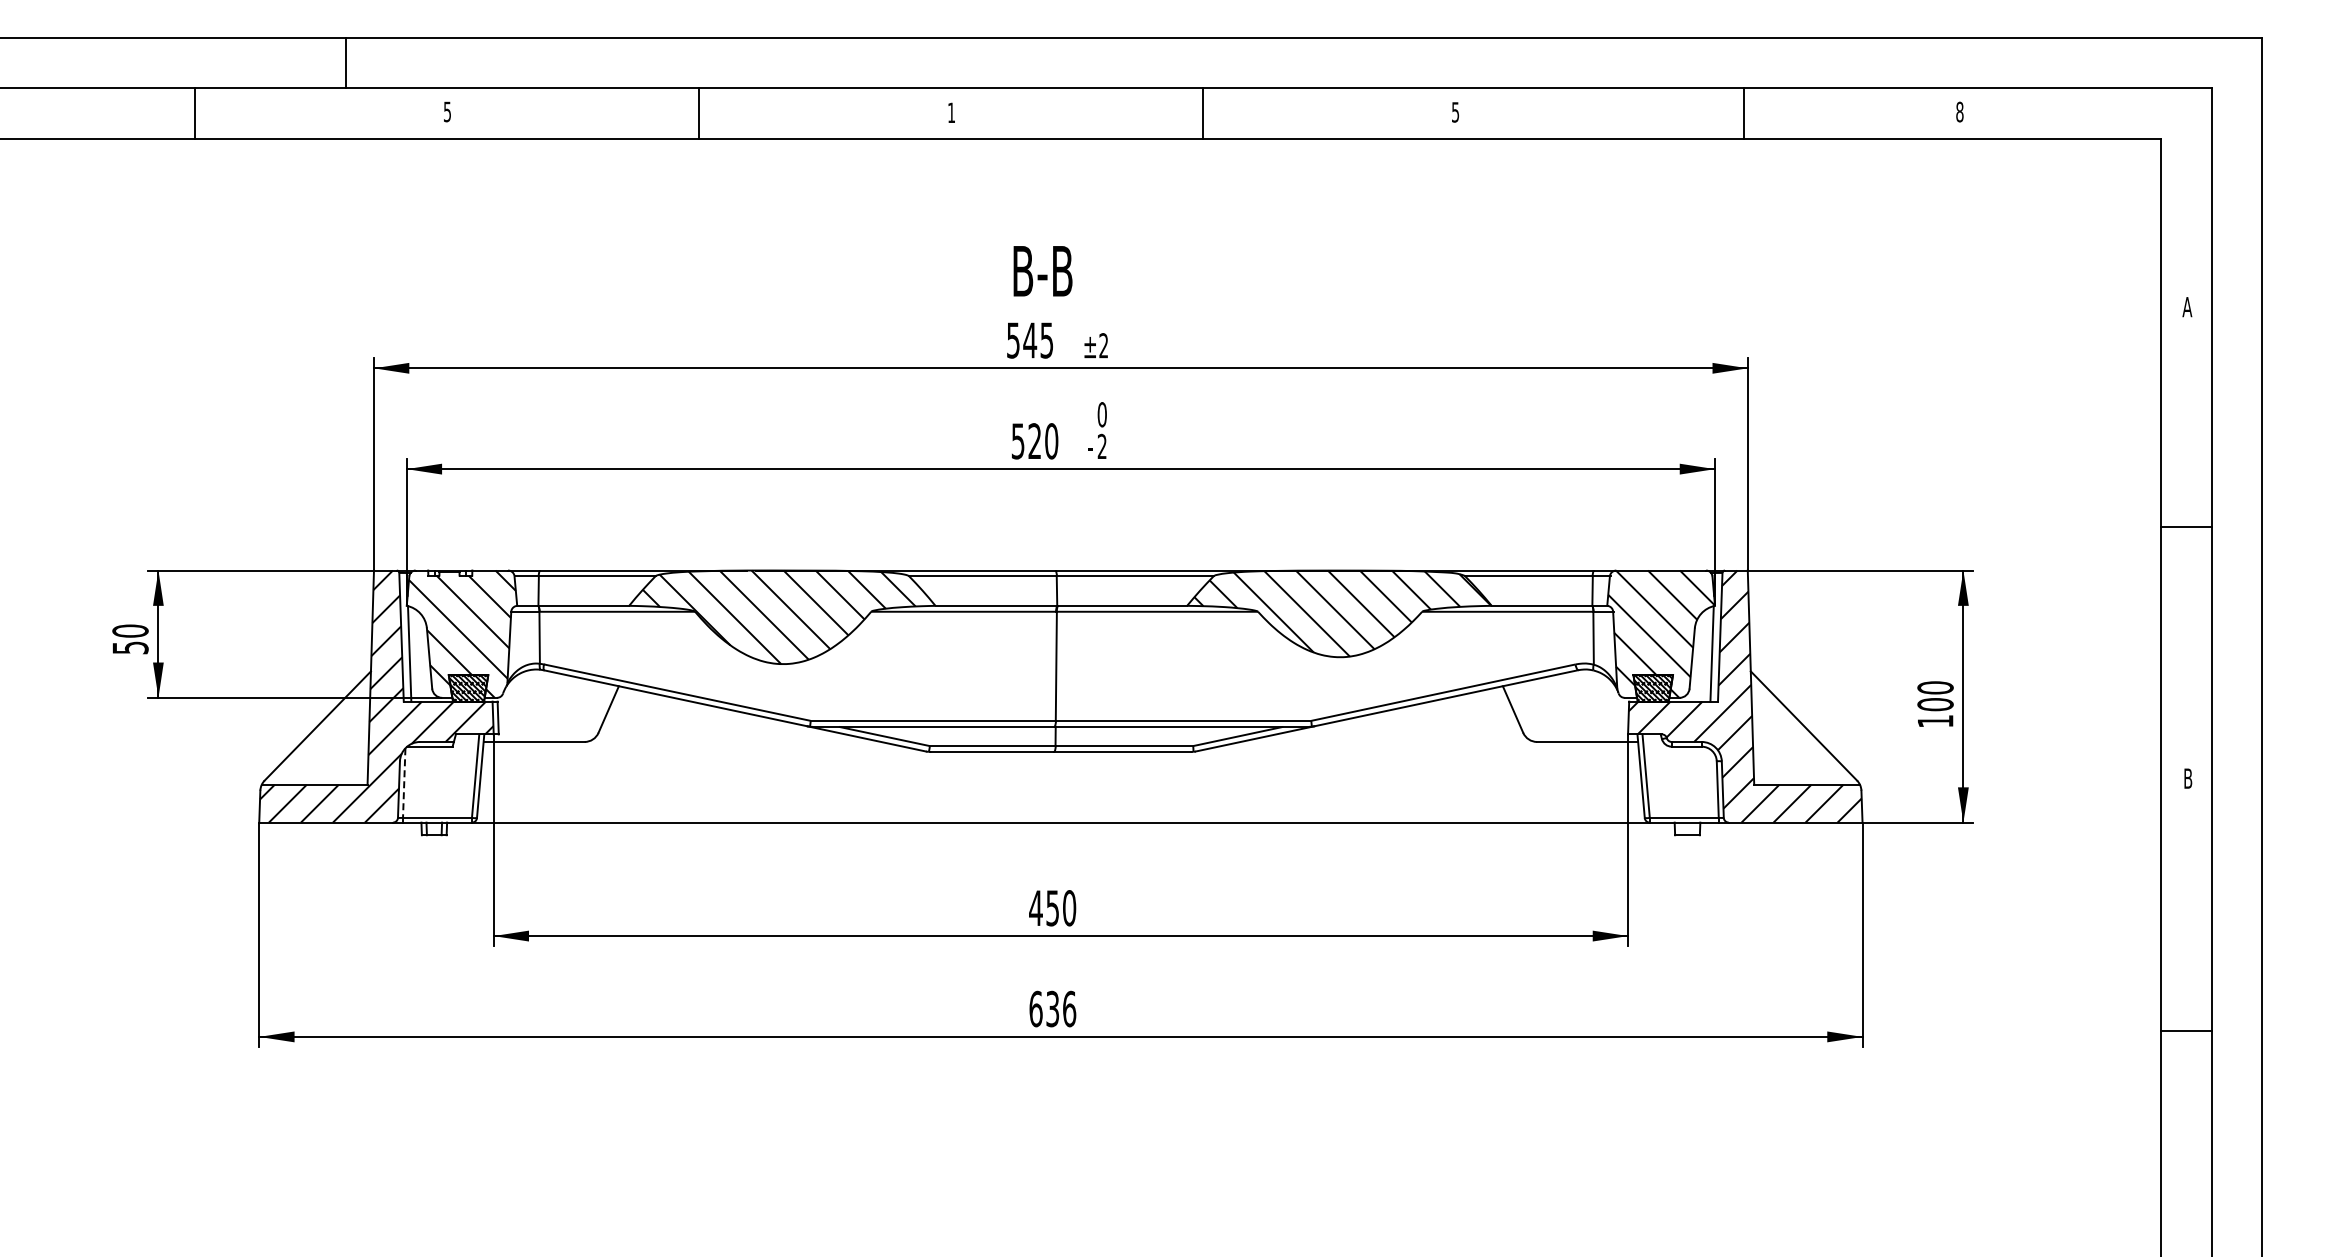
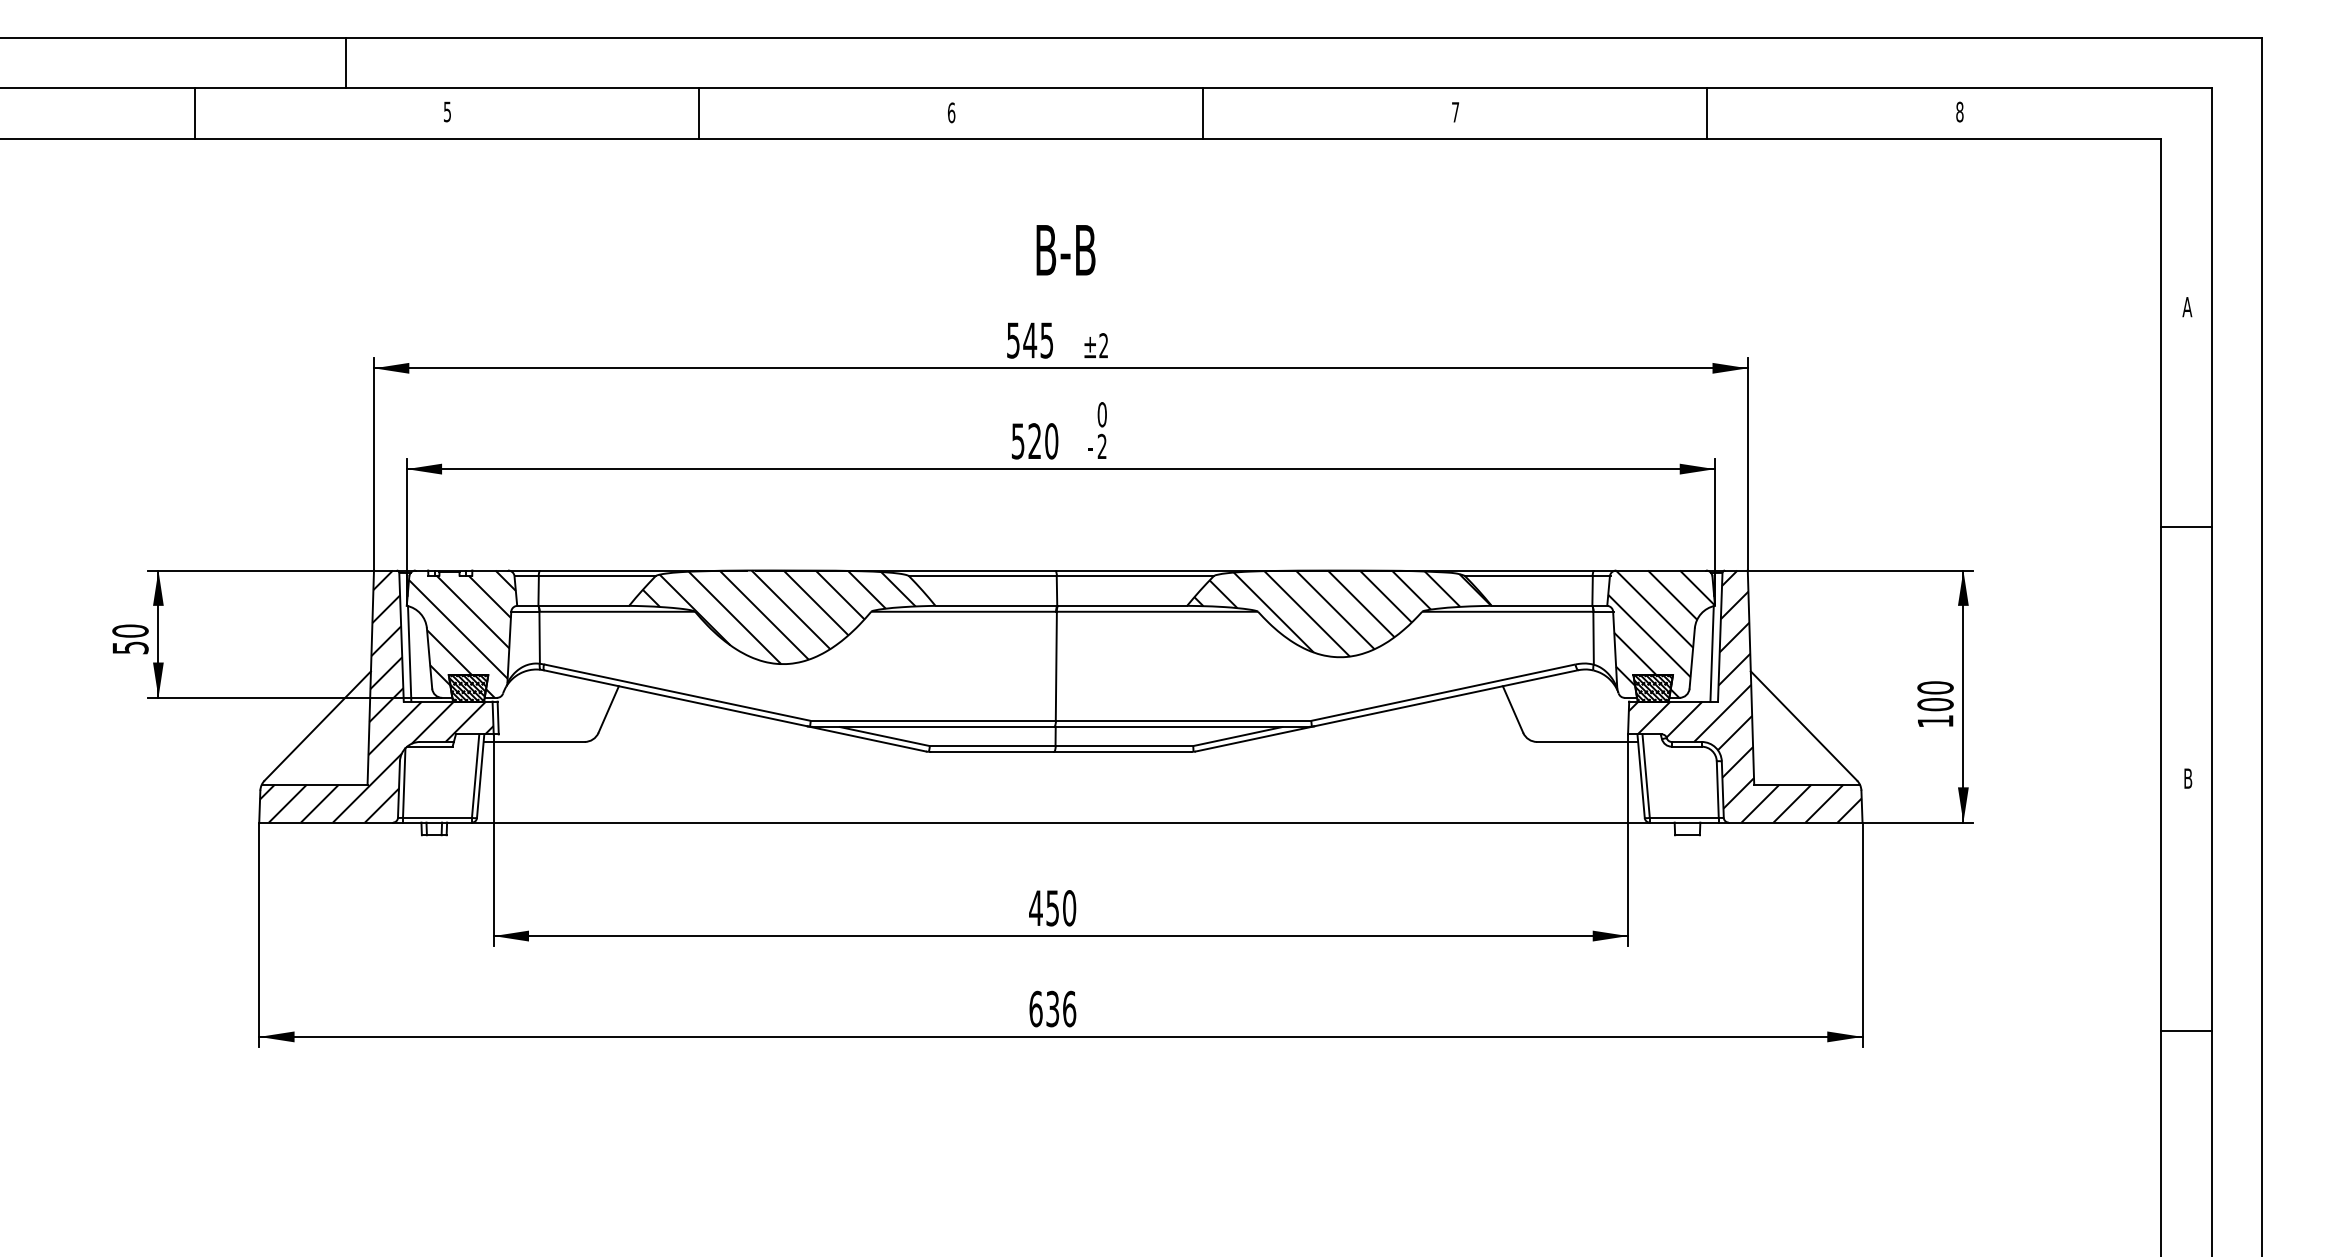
text at (951, 112): 1 -> 6
text at (1455, 112): 5 -> 7
line at (1744, 113) position: (1744, 113) -> (1707, 113)
text at (1042, 271) position: (1042, 271) -> (1065, 250)
line at (404, 783): dashed -> solid
